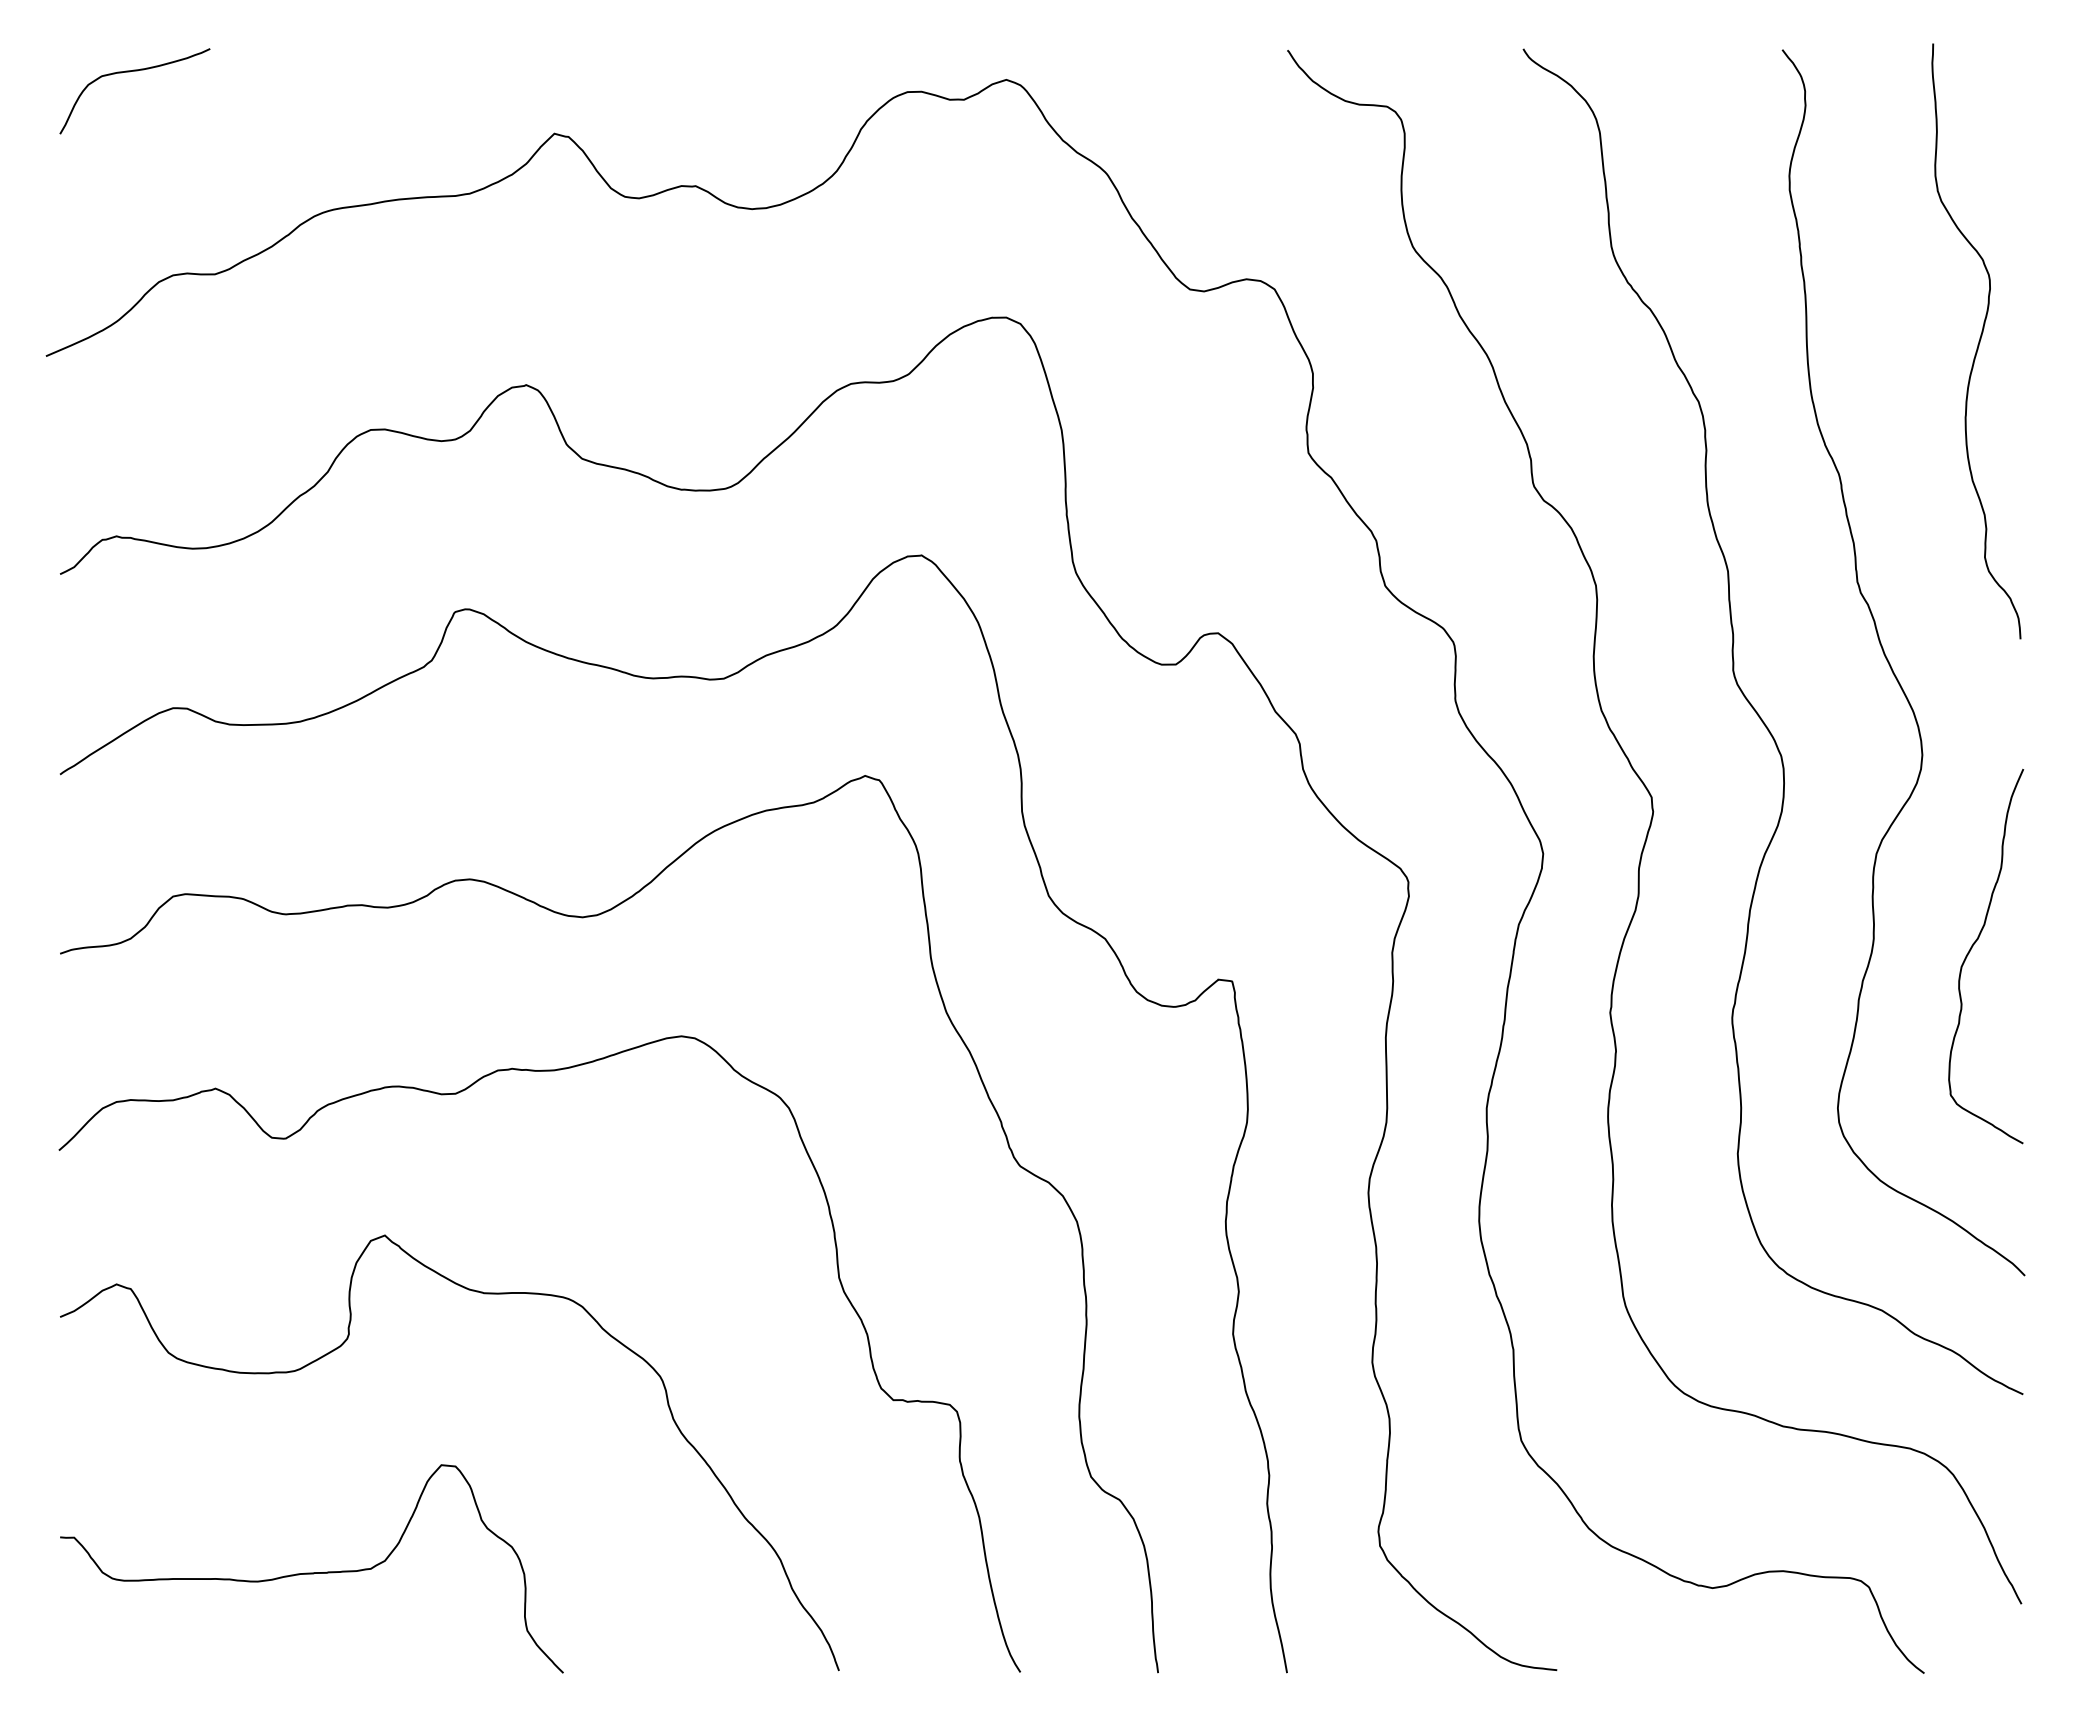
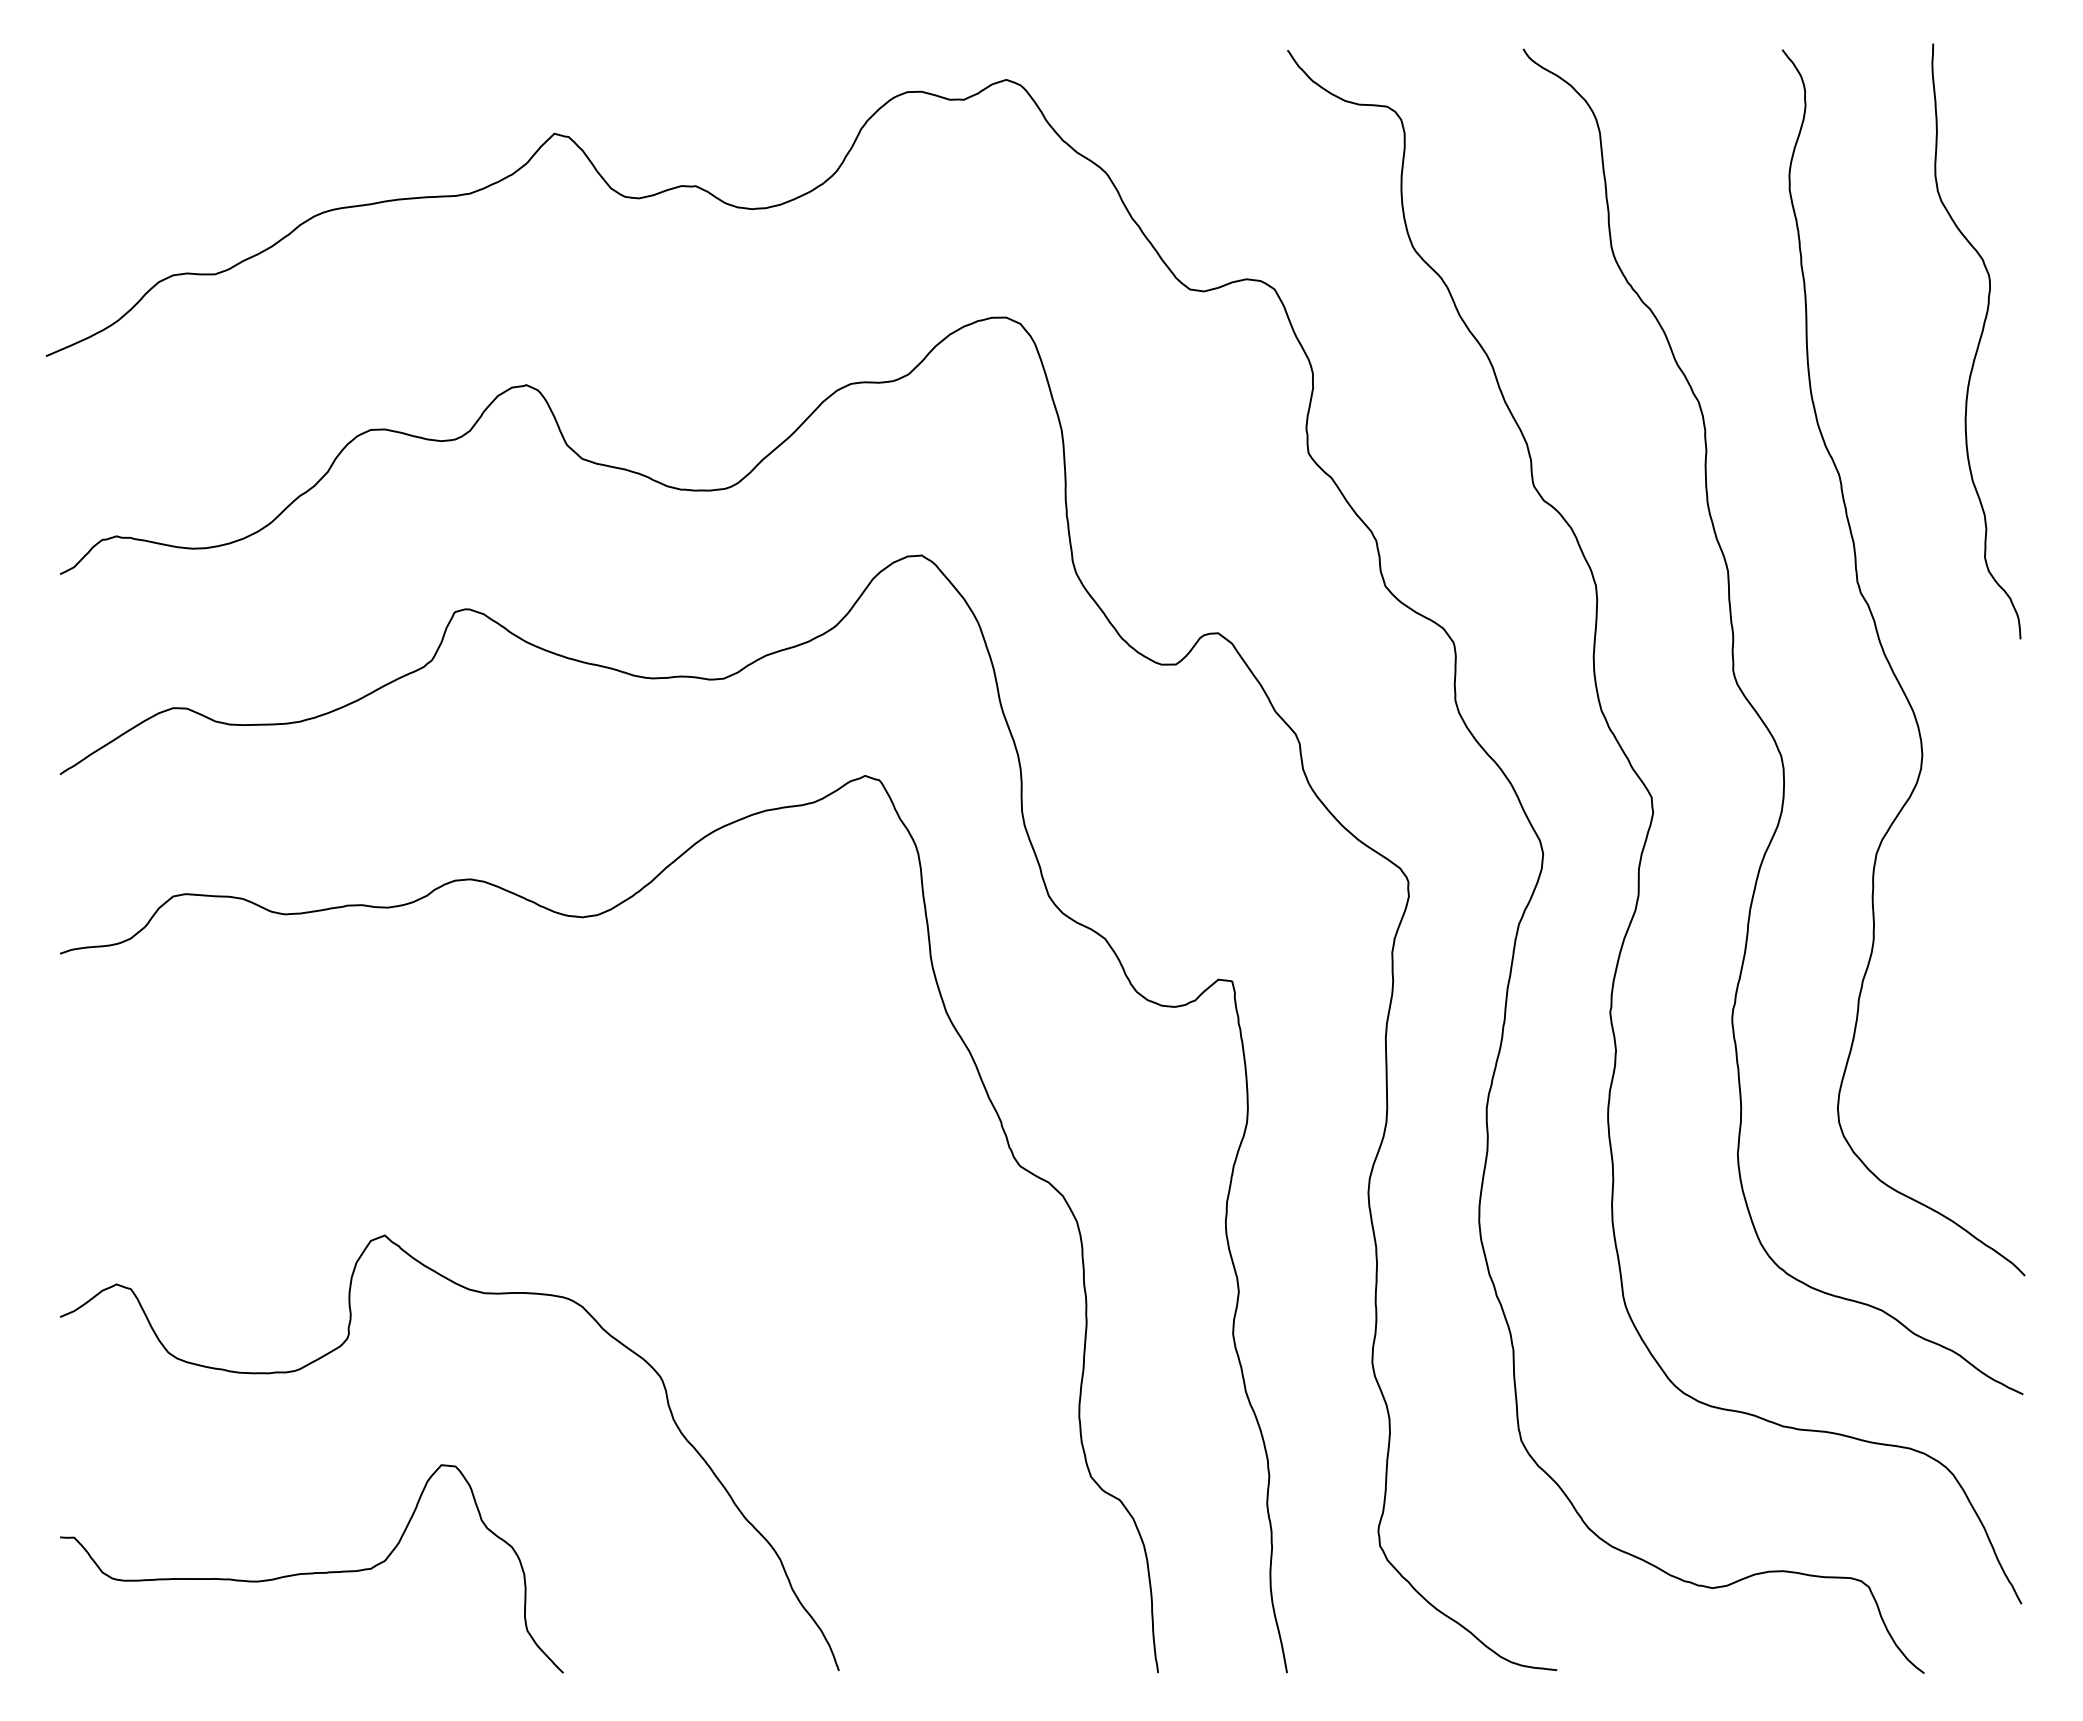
curve at (130, 72): present -> none
curve at (1972, 948): present -> none
curve at (456, 1094): present -> none
